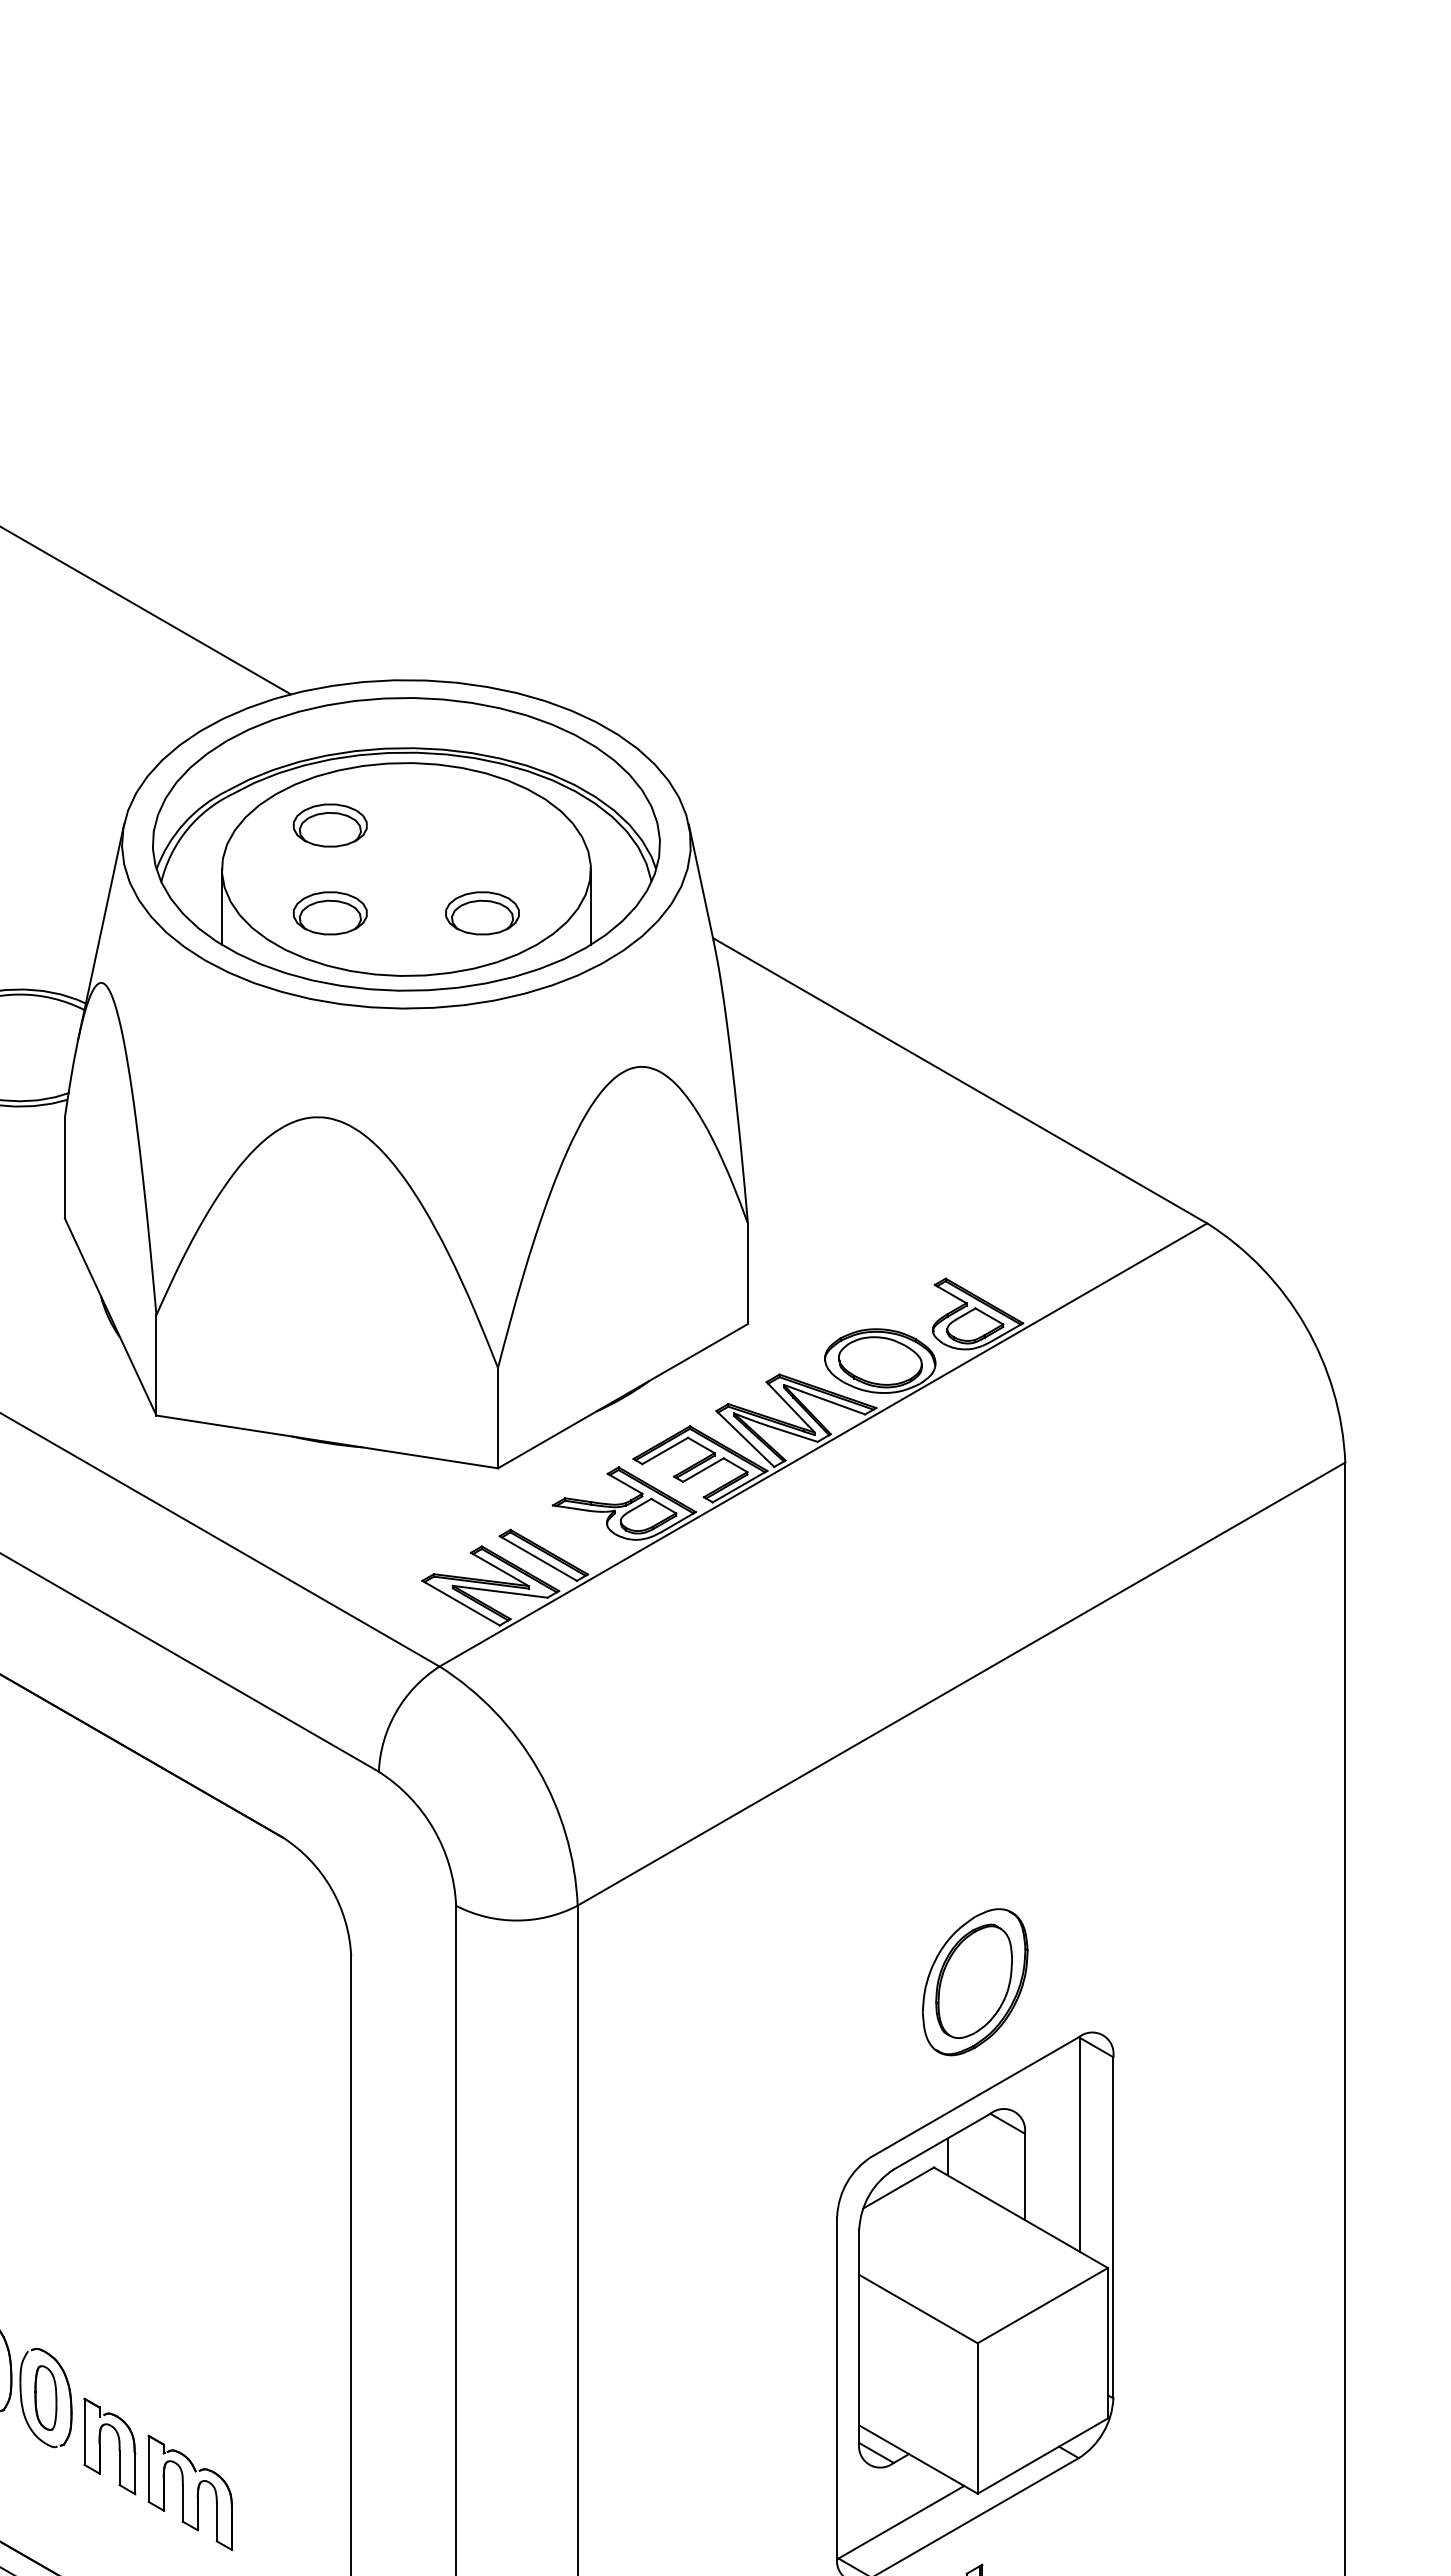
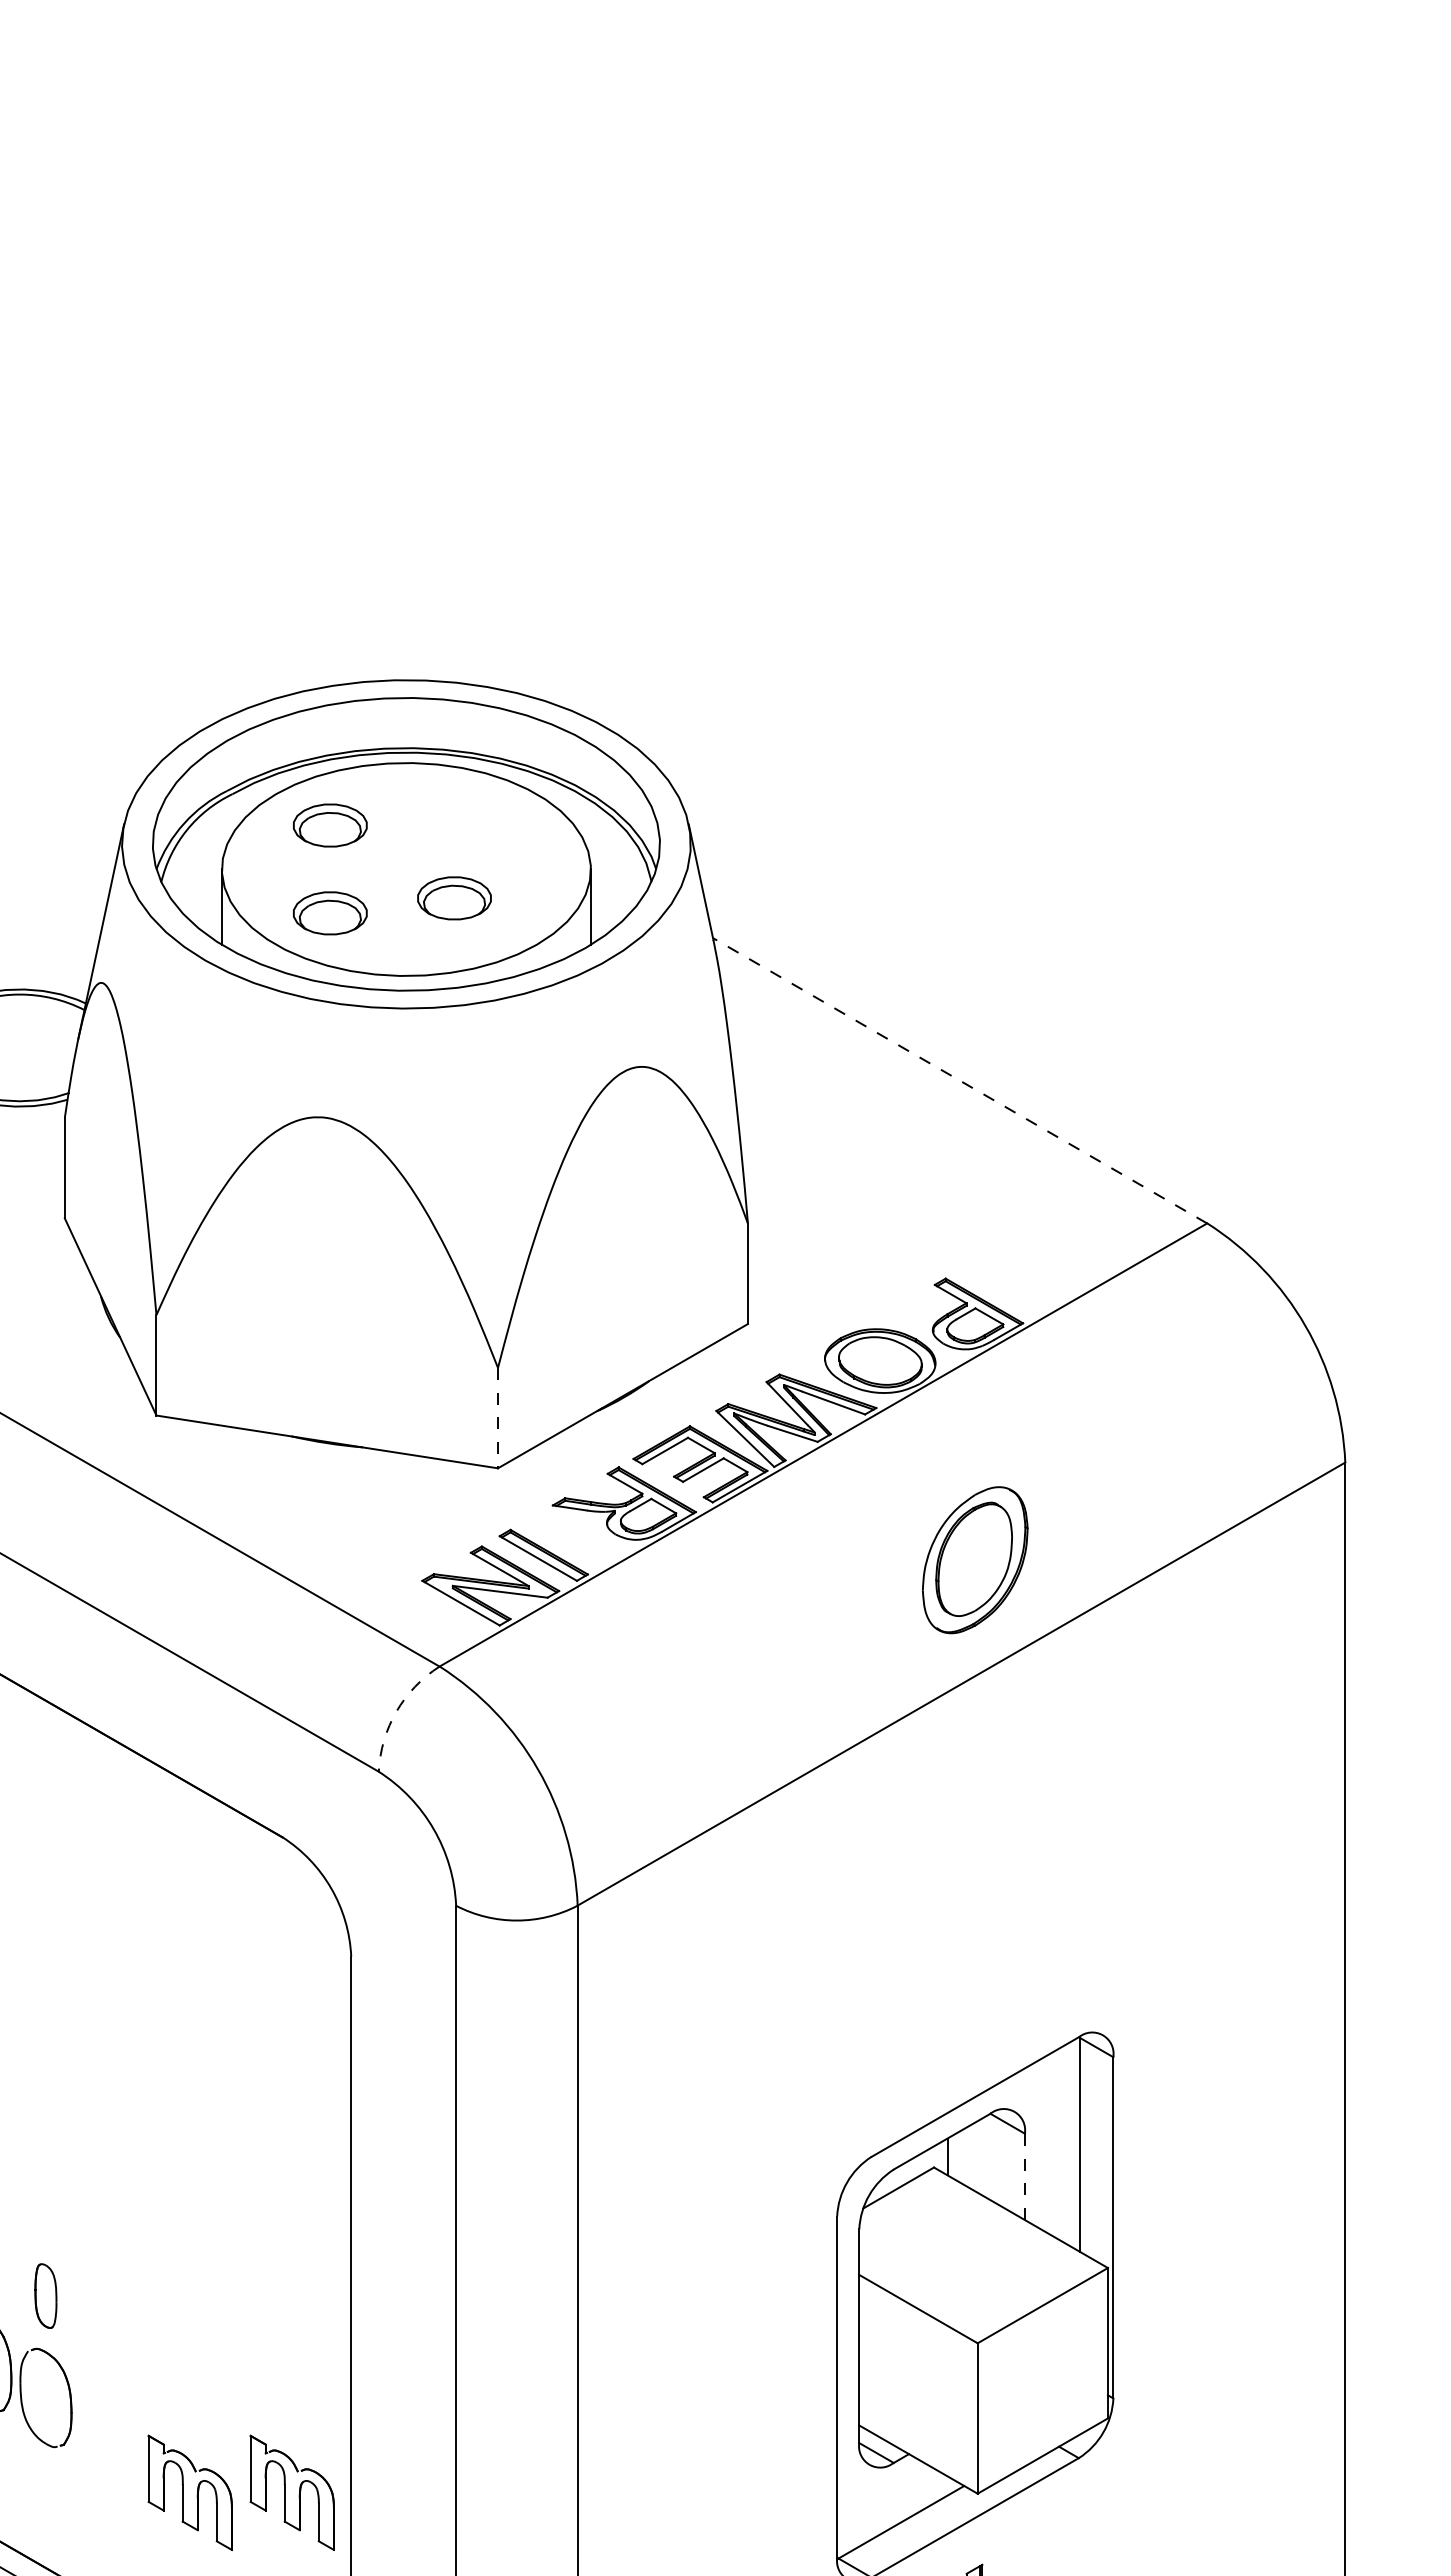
line at (146, 611): present -> none
part at (482, 913) position: (482, 913) -> (454, 898)
line at (959, 1080): solid -> dashed
line at (498, 1418): solid -> dashed
arc at (396, 1711): solid -> dashed
part at (975, 1982) position: (975, 1982) -> (975, 1560)
line at (1024, 2176): solid -> dashed
part at (45, 2397) position: (45, 2397) -> (45, 2295)
part at (100, 2446): present -> none
part at (291, 2492): none -> present
